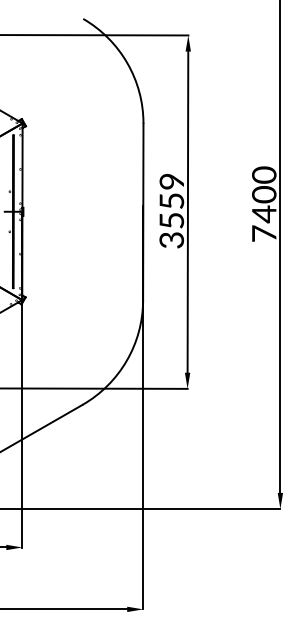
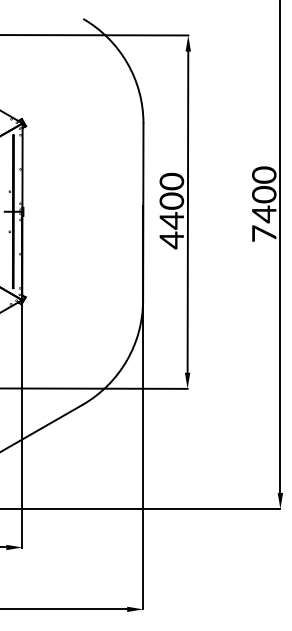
text at (171, 210): 3559 -> 4400
